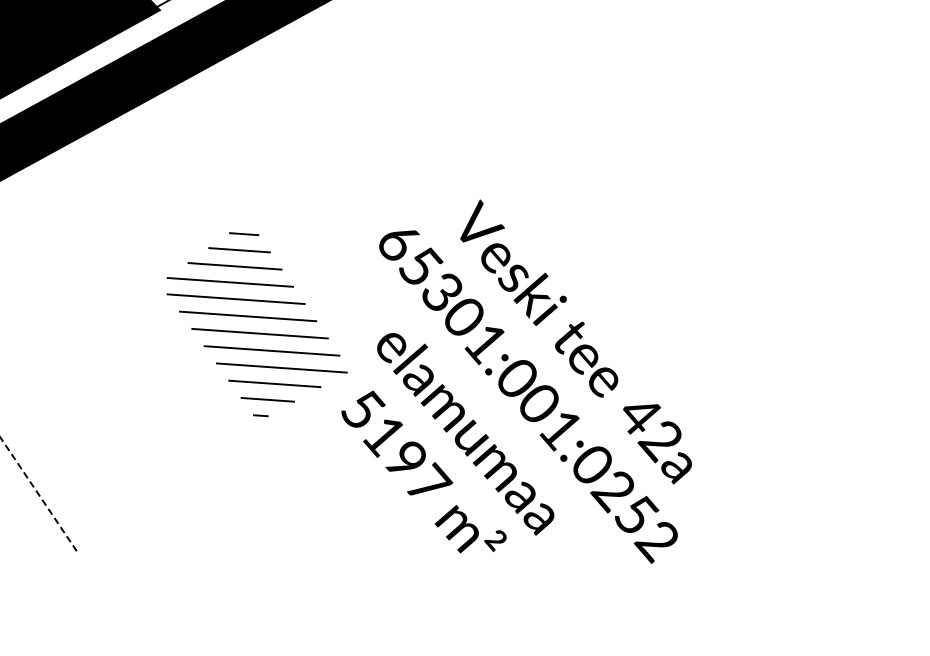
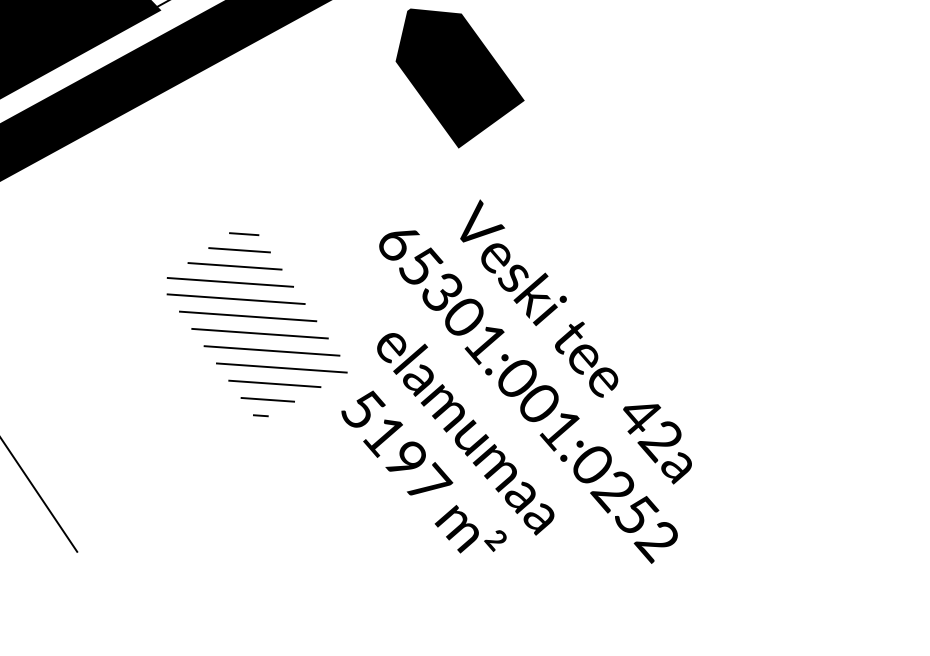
line at (459, 78): none -> present
line at (39, 495): dashed -> solid
